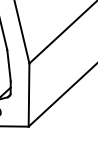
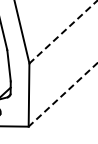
line at (63, 32): solid -> dashed
line at (63, 94): solid -> dashed
